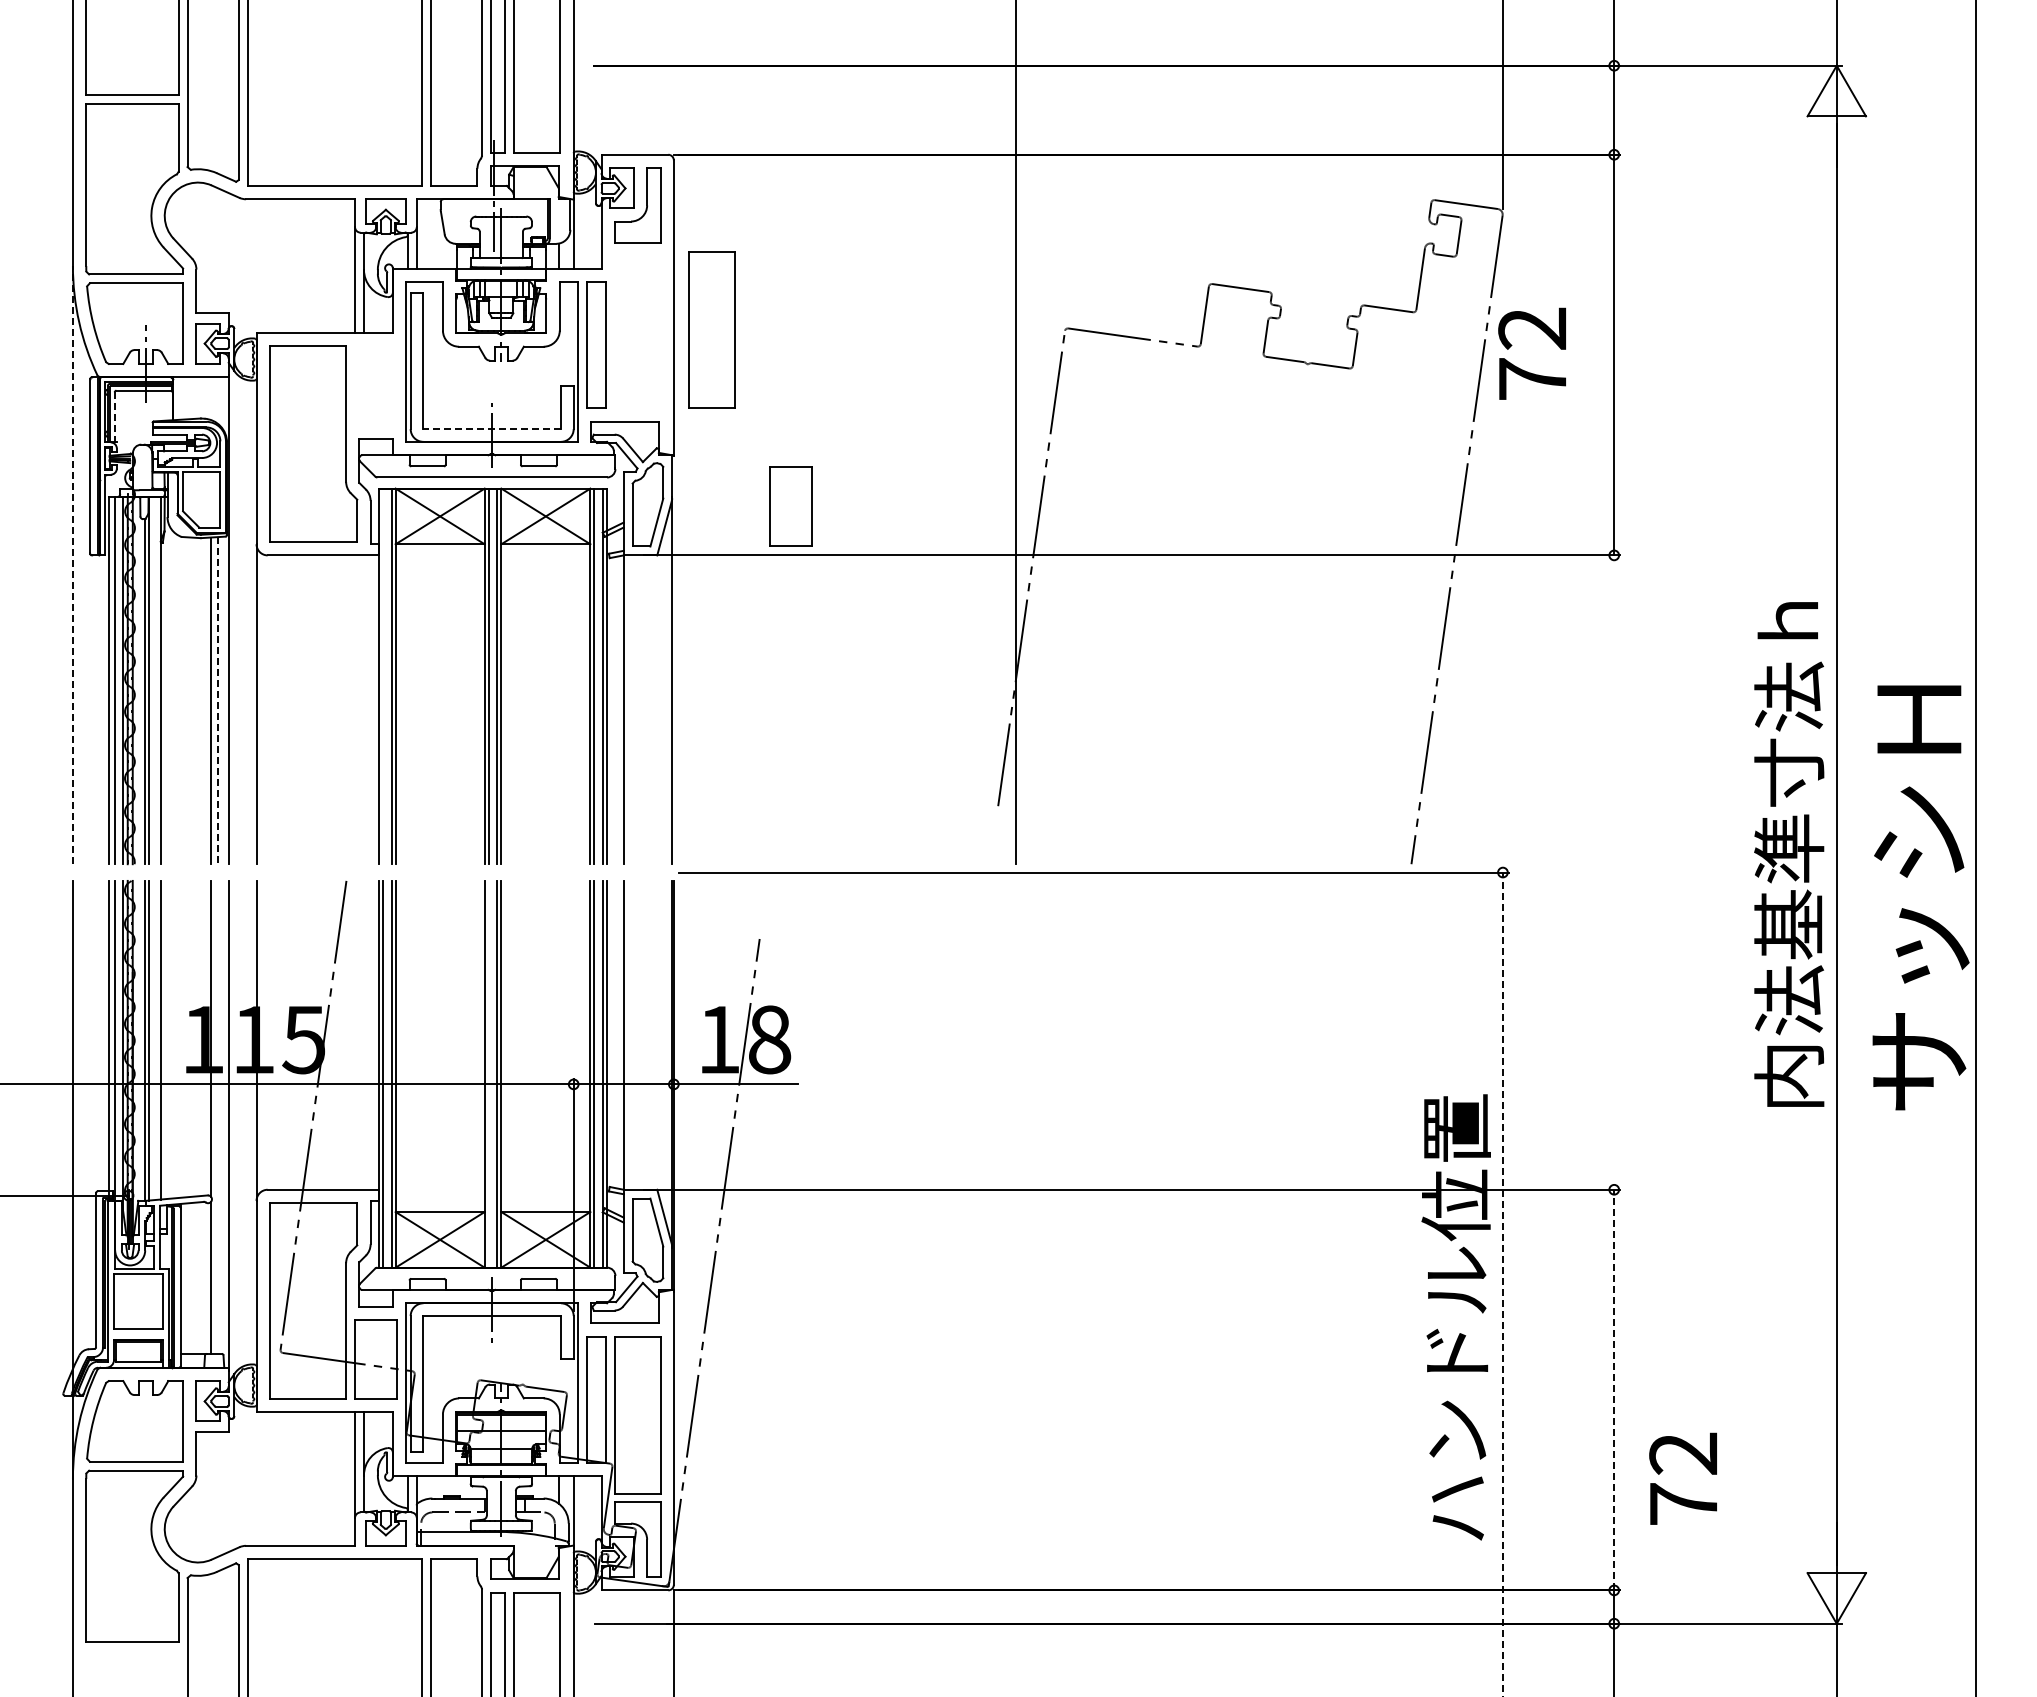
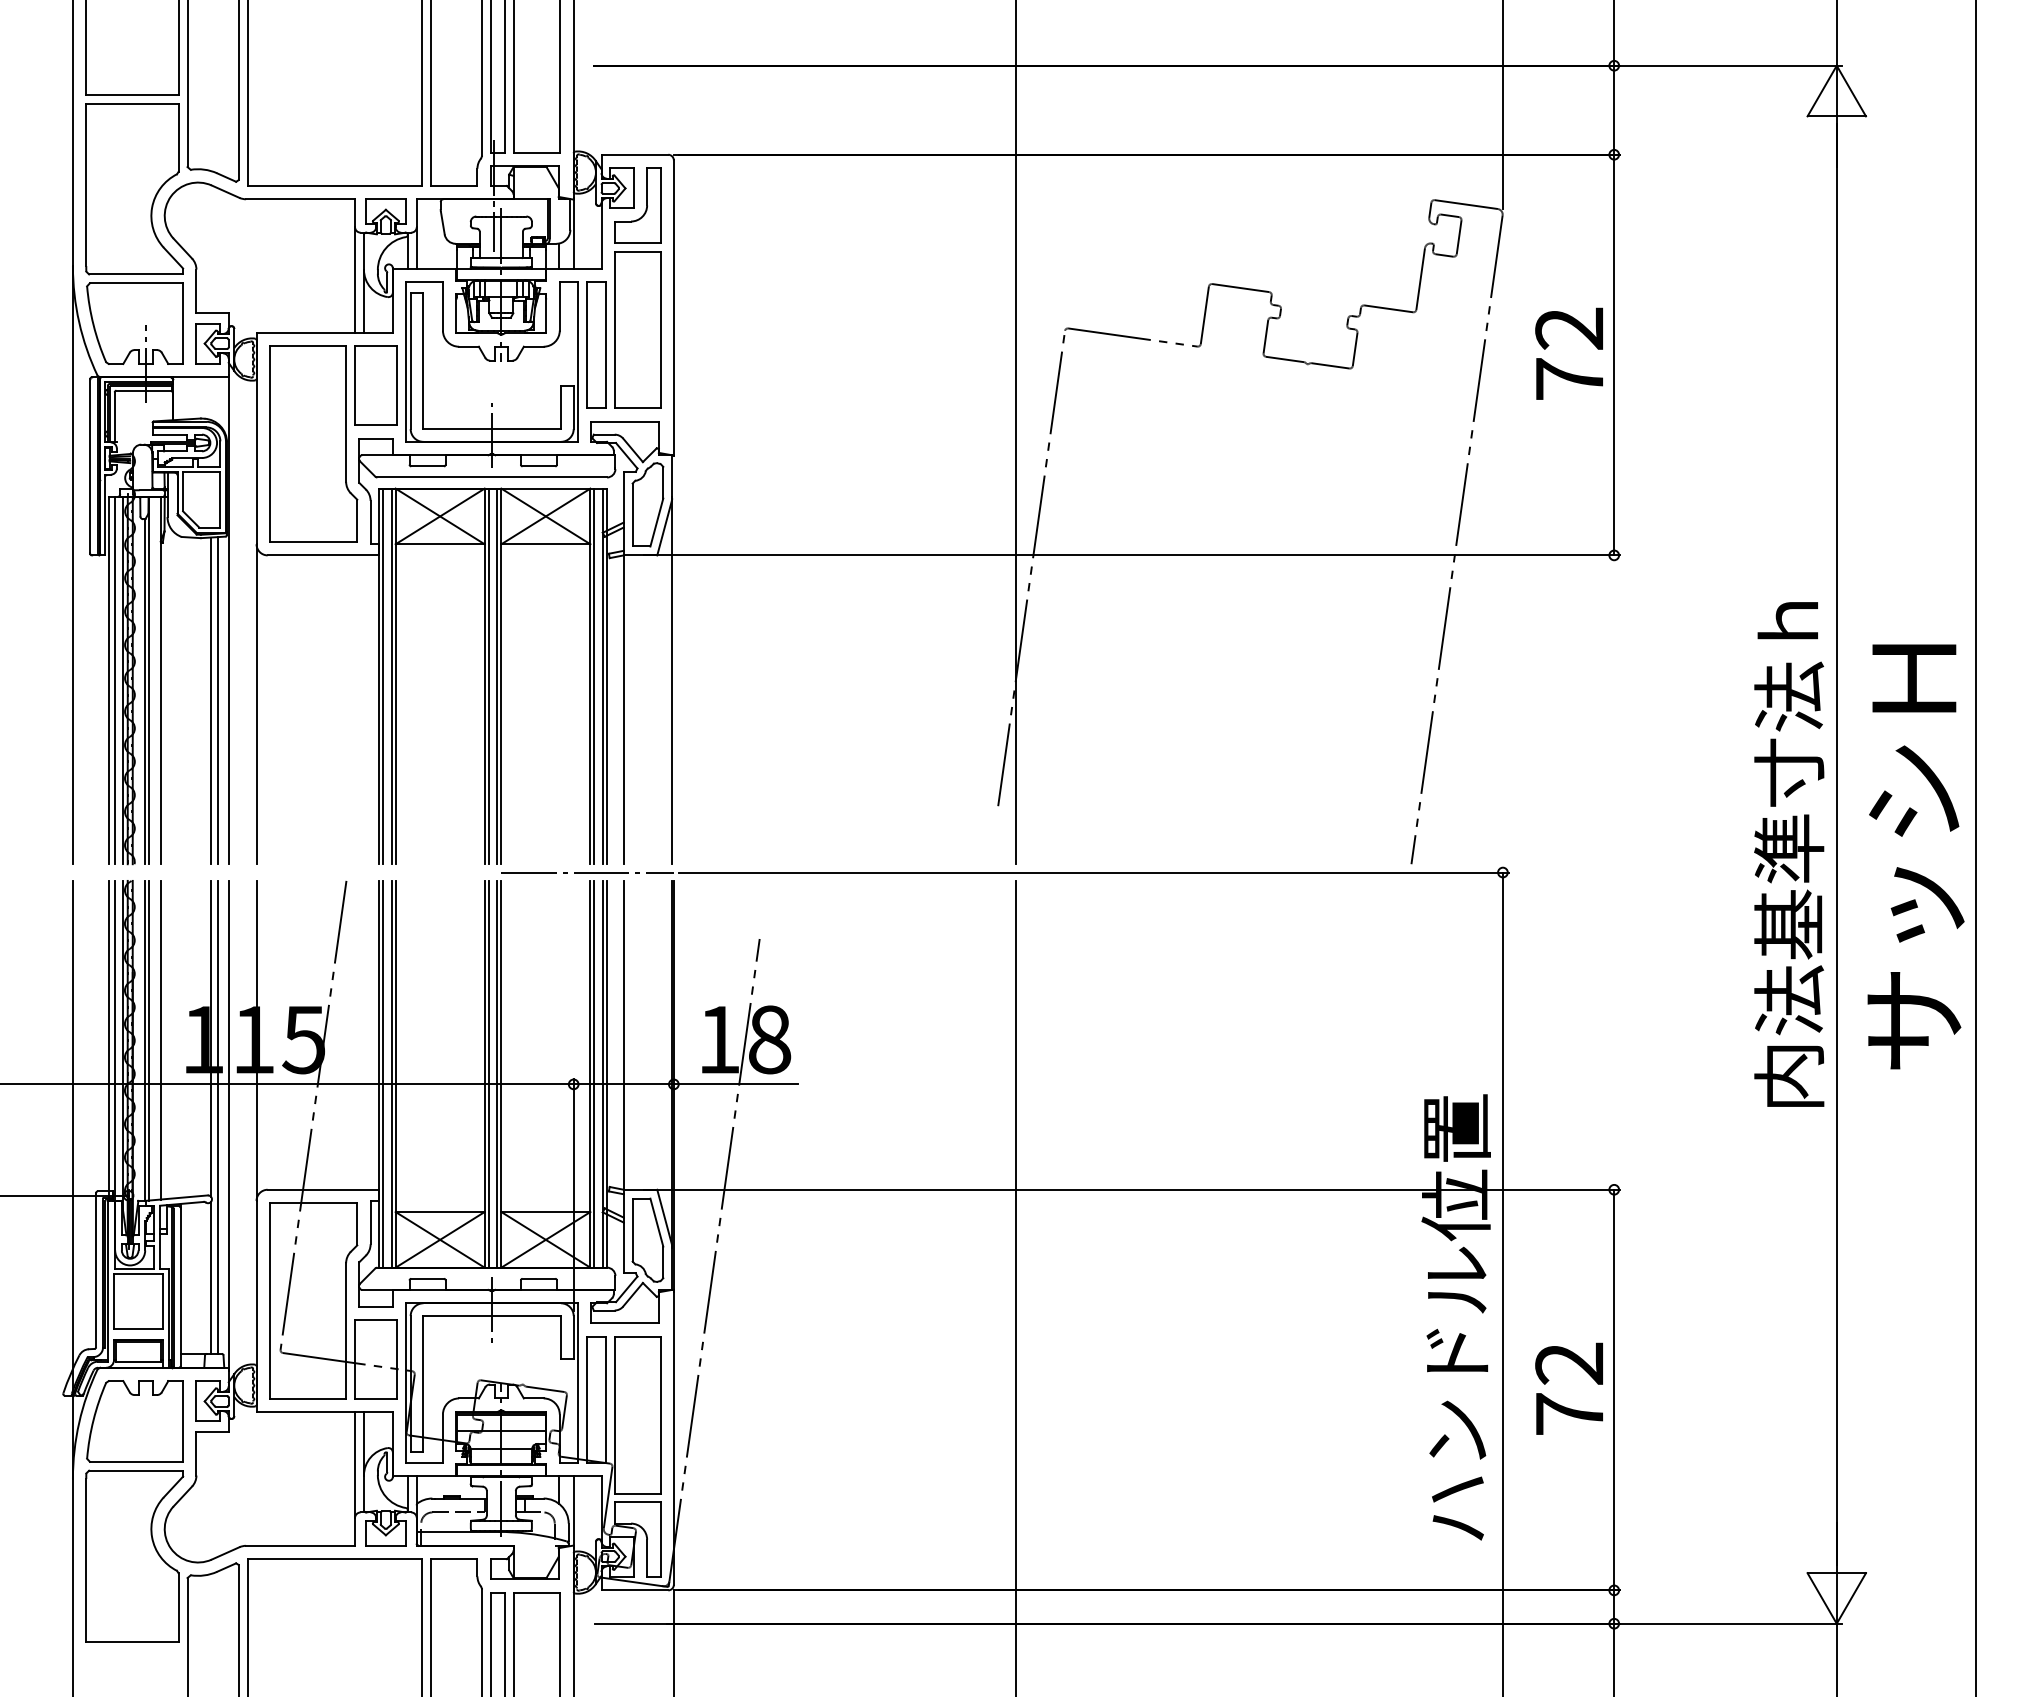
part at (711, 329) position: (711, 329) -> (637, 329)
text at (1531, 353) position: (1531, 353) -> (1568, 353)
line at (114, 417): dashed -> solid
line at (492, 429): dashed -> solid
part at (790, 506) position: (790, 506) -> (375, 385)
line at (72, 564): dashed -> solid
line at (382, 676): none -> present
line at (217, 700): dashed -> solid
line at (587, 872): none -> present
text at (1920, 897) position: (1920, 897) -> (1915, 856)
line at (488, 1073): none -> present
line at (217, 1116): none -> present
line at (1502, 1284): dashed -> solid
line at (1016, 1286): none -> present
line at (1614, 1389): dashed -> solid
text at (1682, 1478) position: (1682, 1478) -> (1568, 1388)
